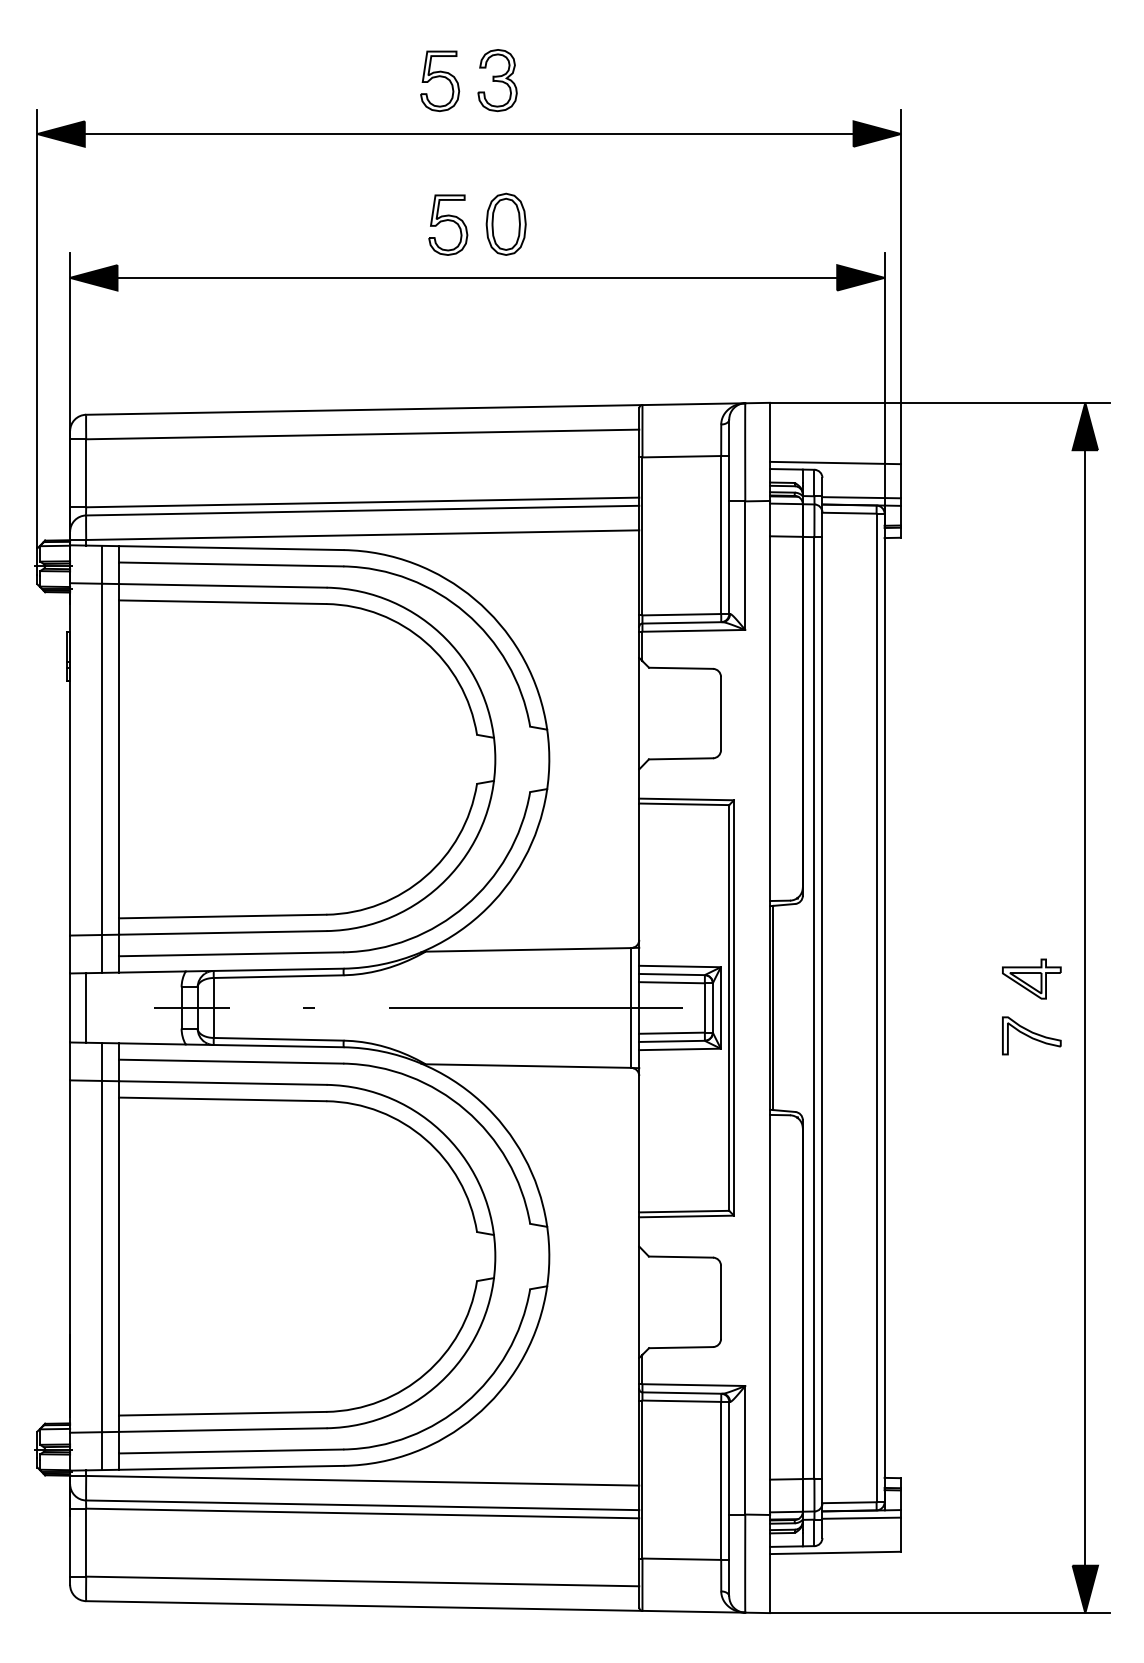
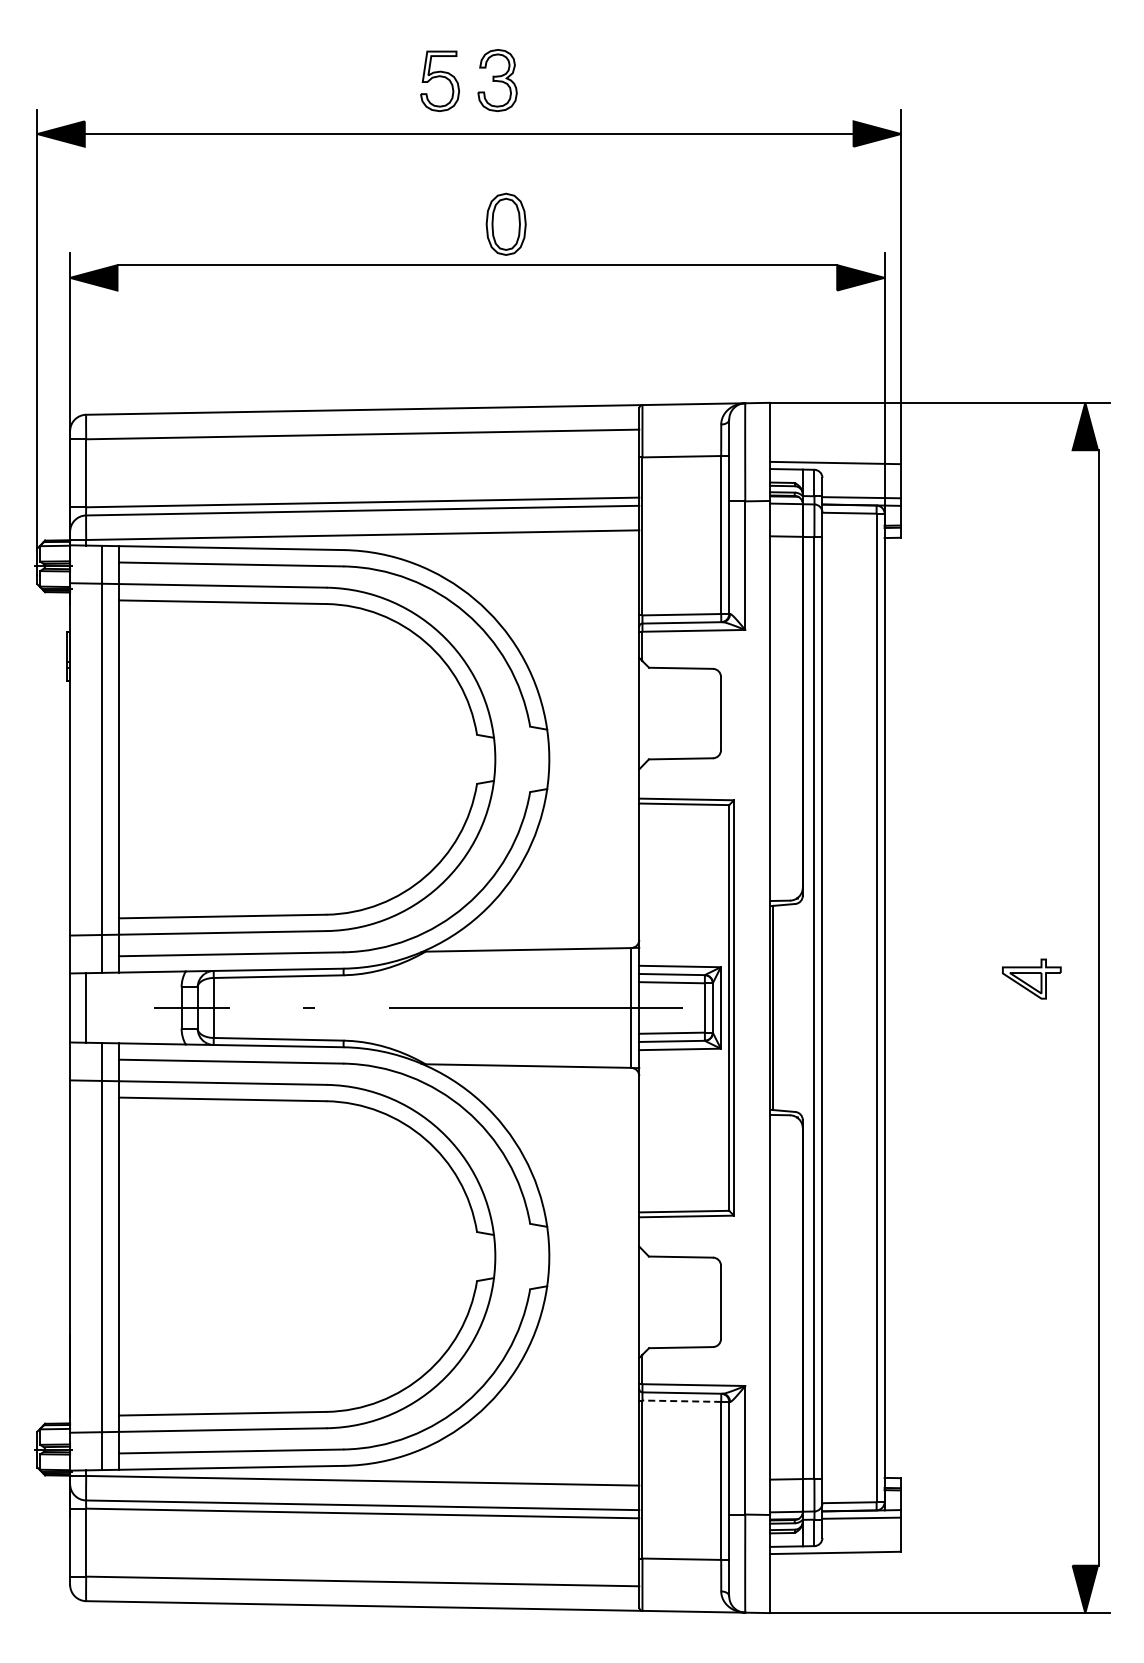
part at (448, 224): present -> none
line at (477, 277) position: (477, 277) -> (477, 264)
line at (1085, 1007) position: (1085, 1007) -> (1099, 1007)
part at (1031, 1035): present -> none
line at (681, 1401): solid -> dashed
